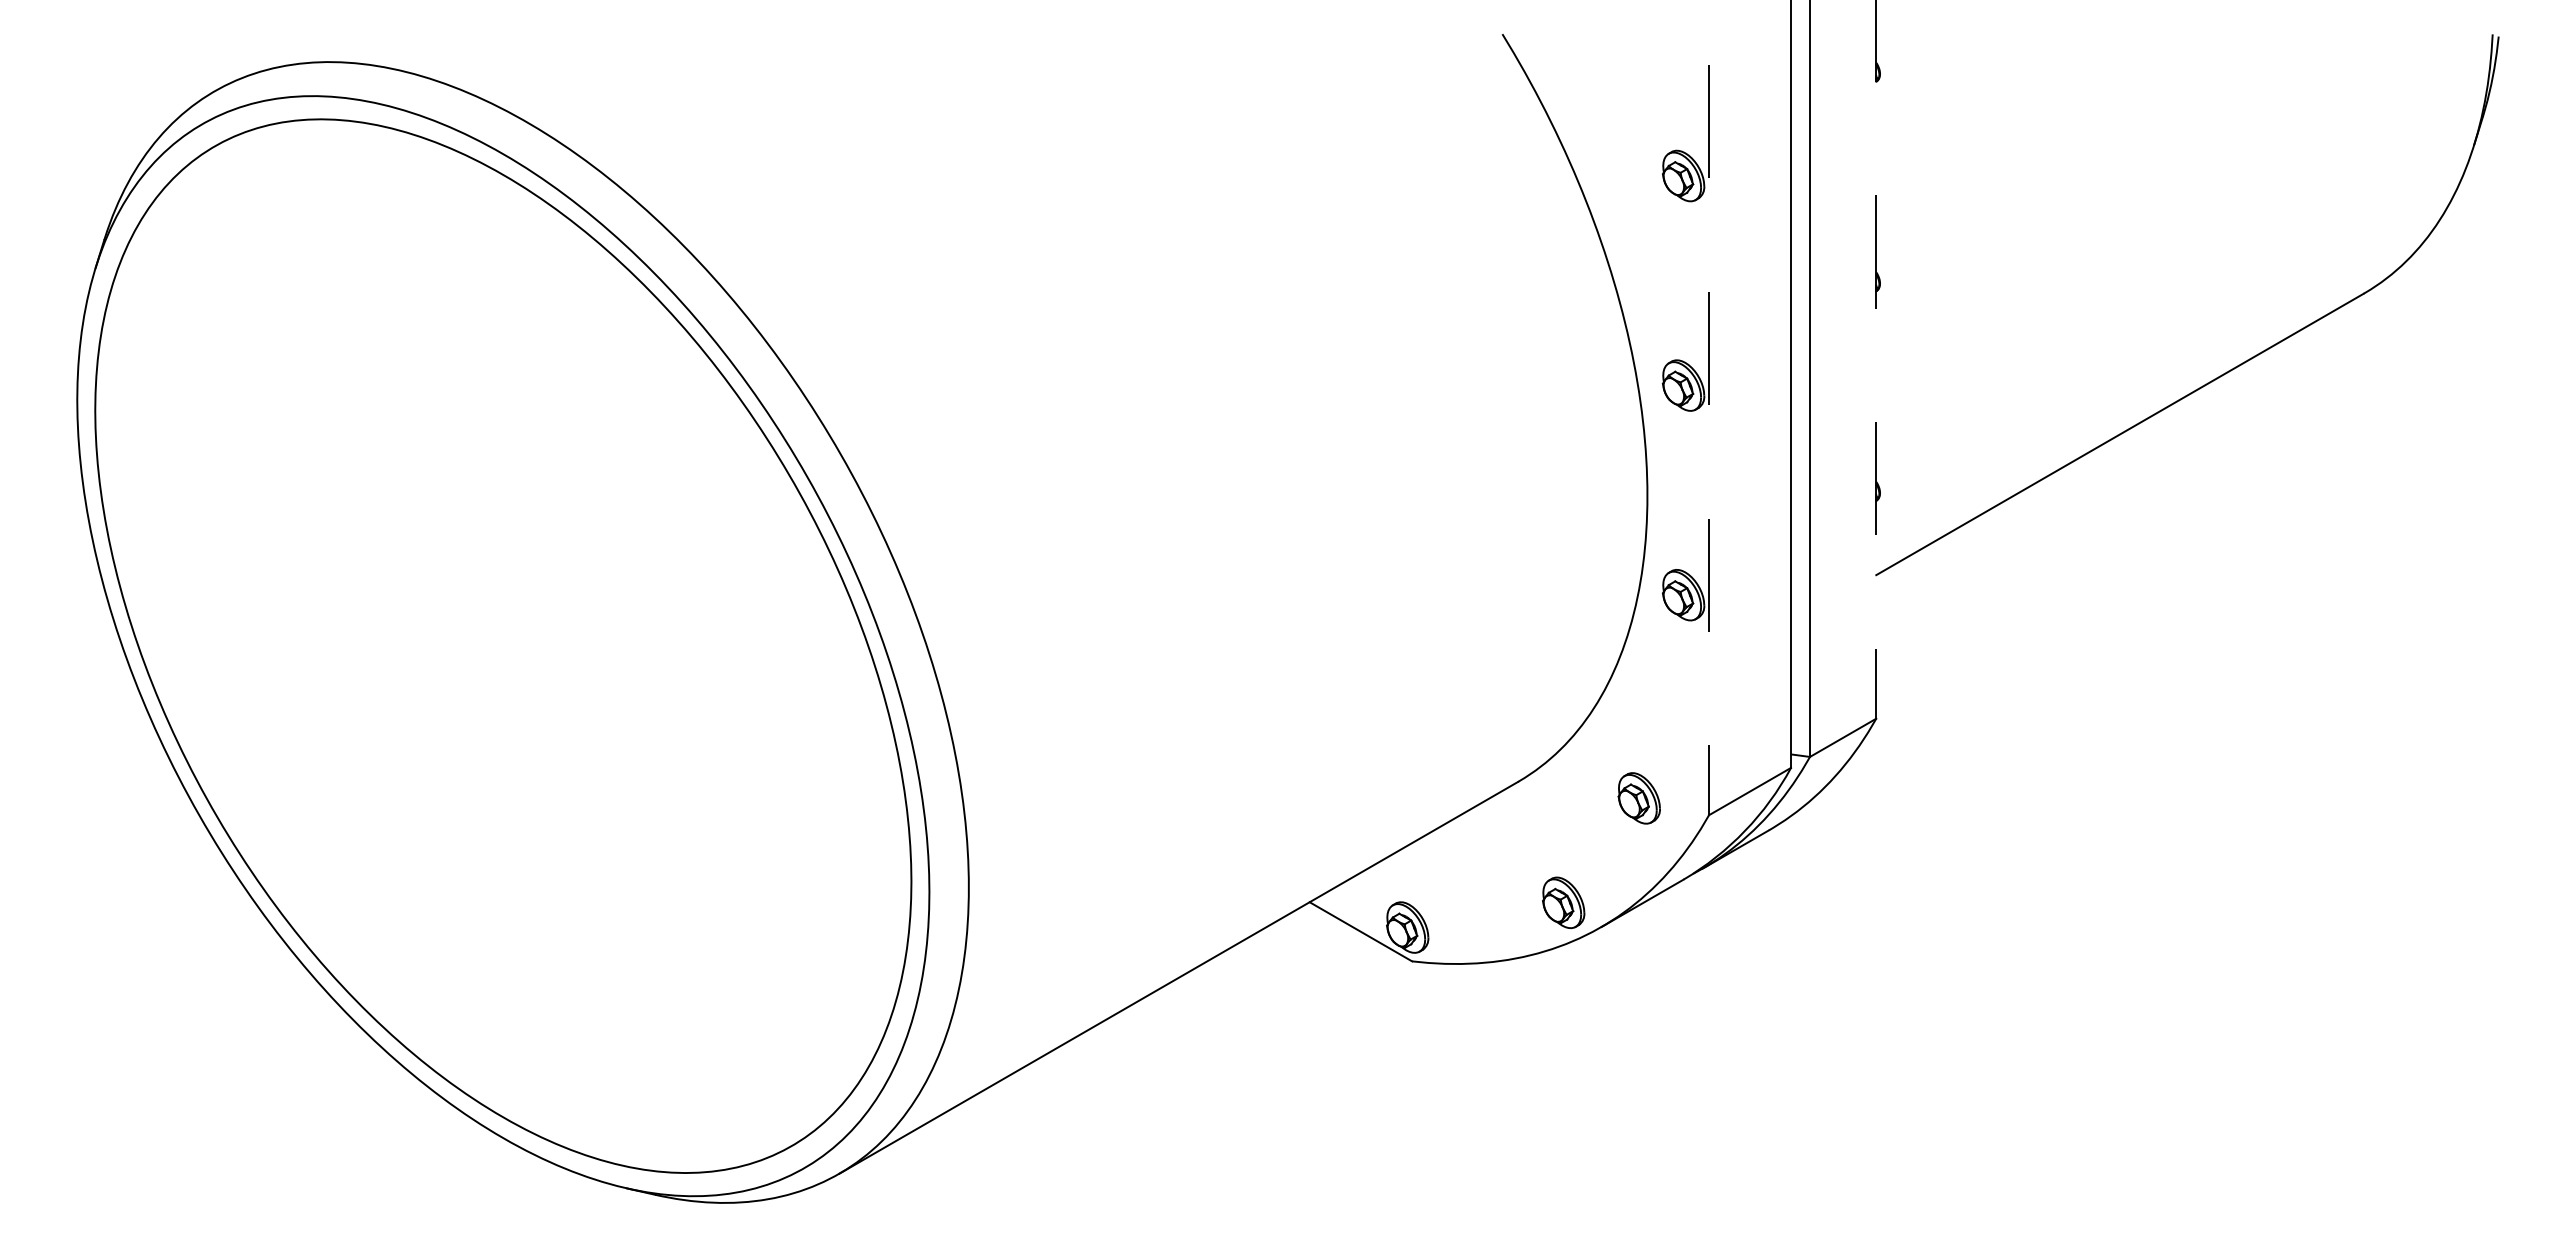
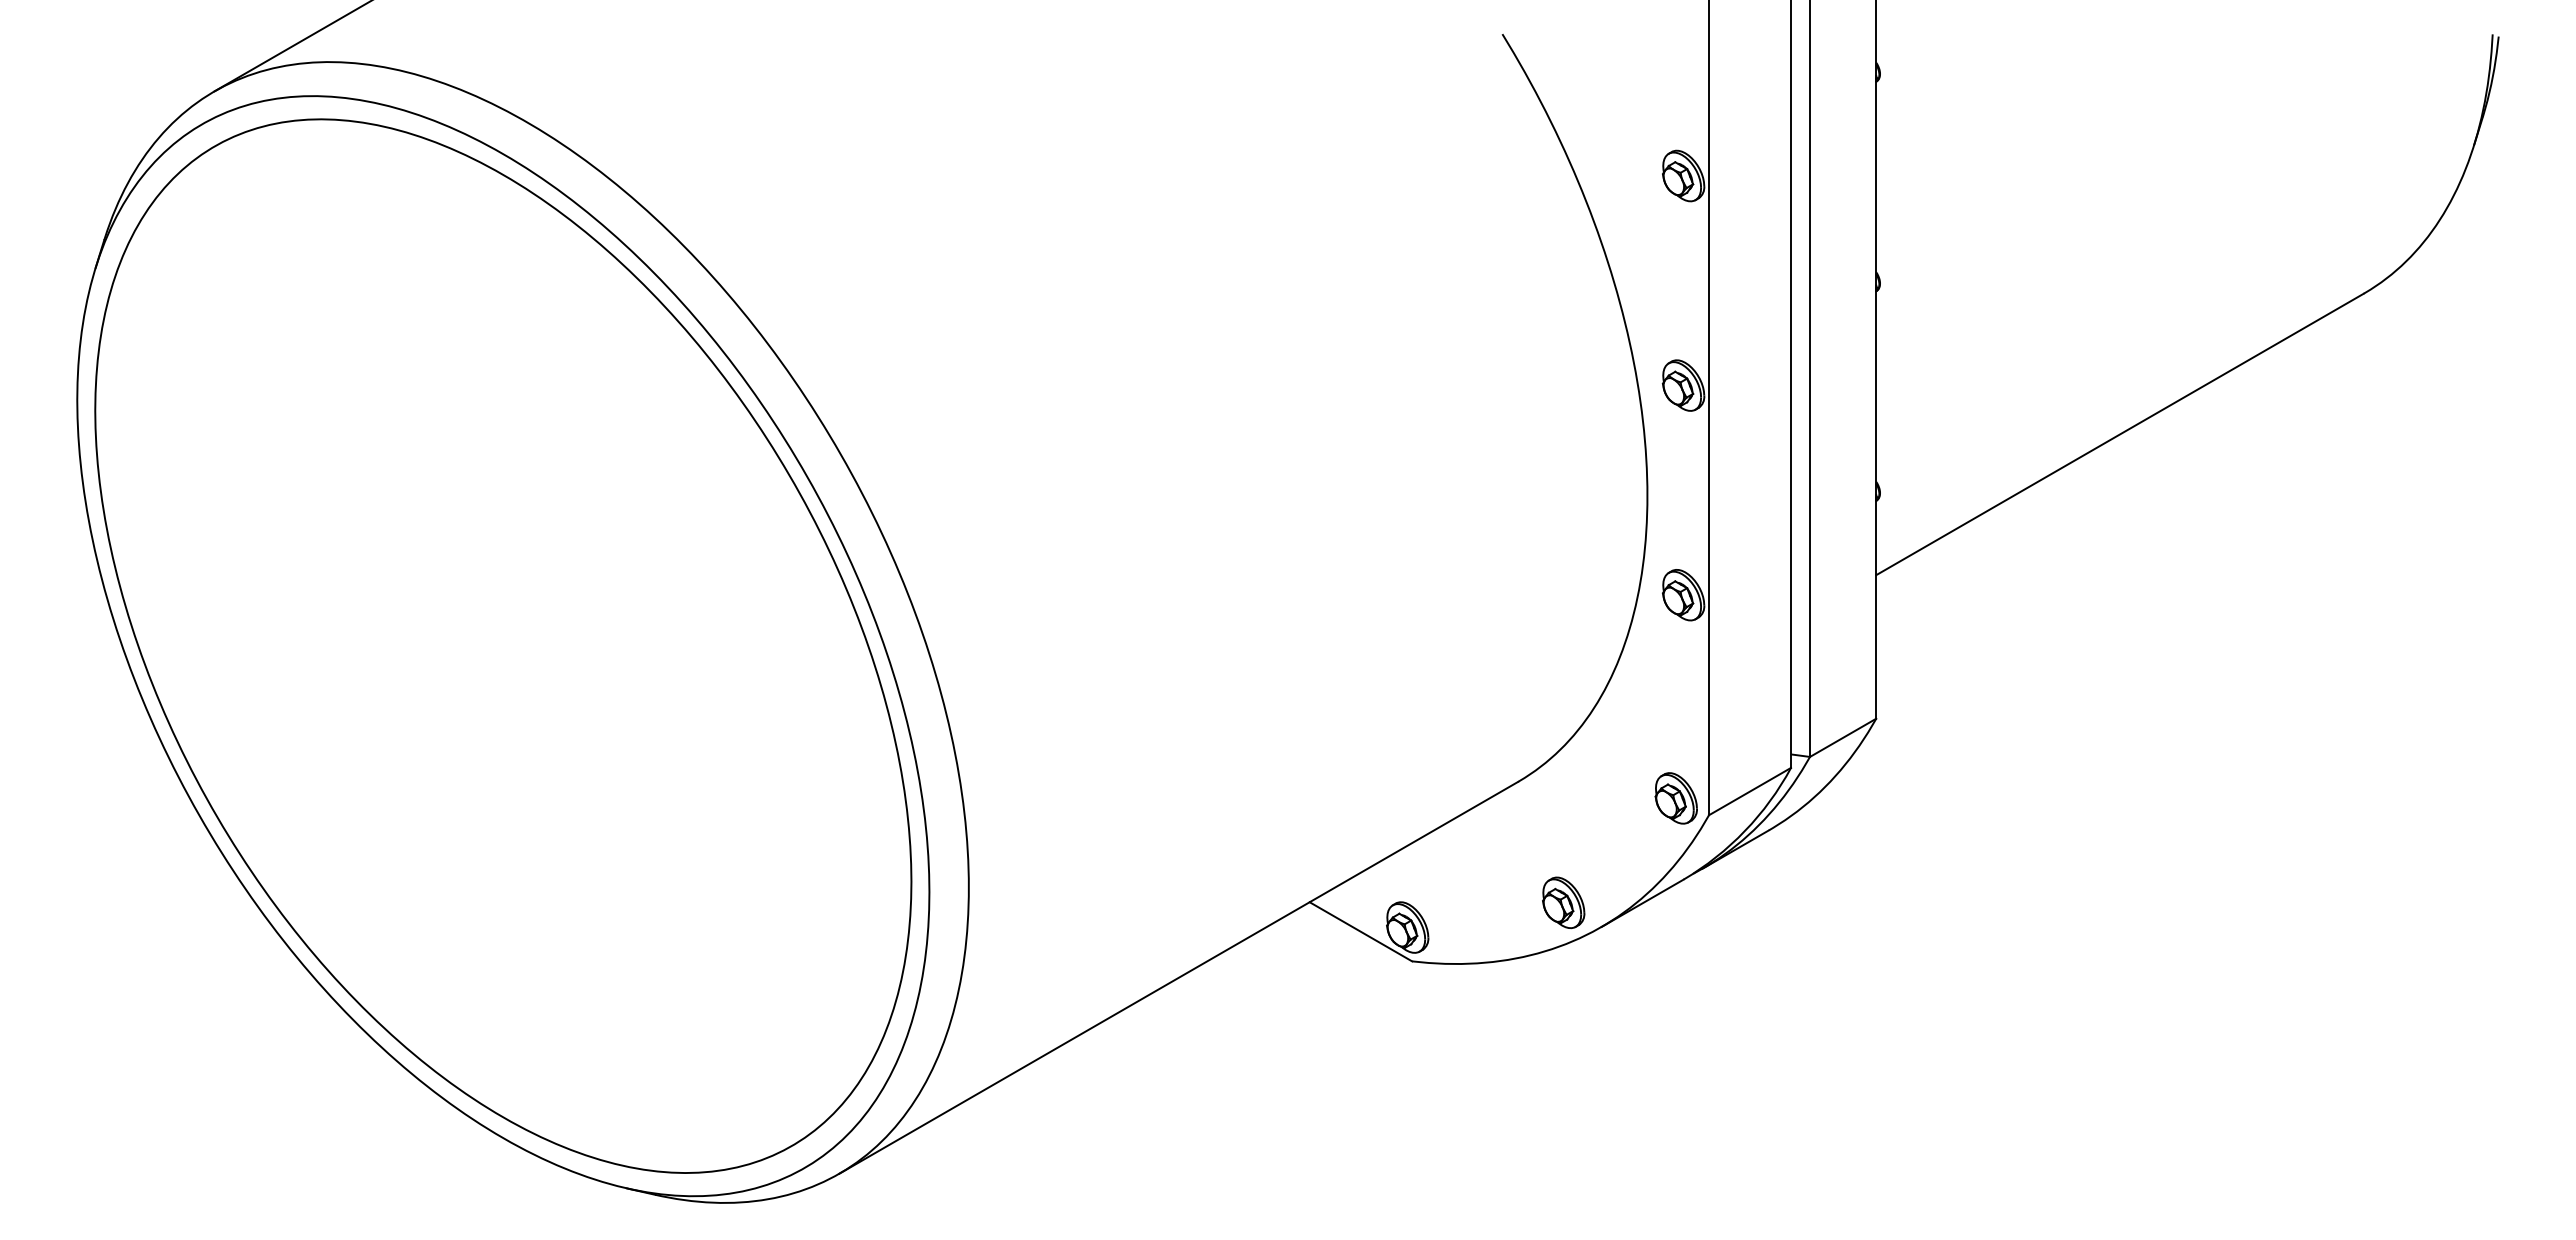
line at (291, 46): none -> present
line at (1876, 359): dashed -> solid
line at (1709, 408): dashed -> solid
part at (1638, 798) position: (1638, 798) -> (1675, 798)
